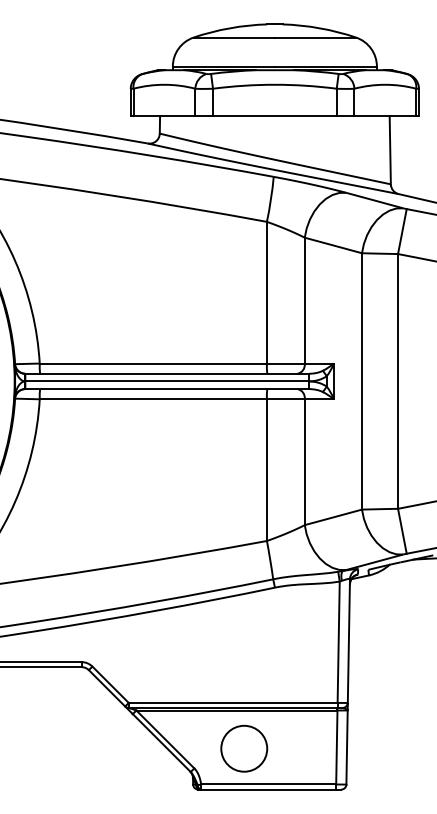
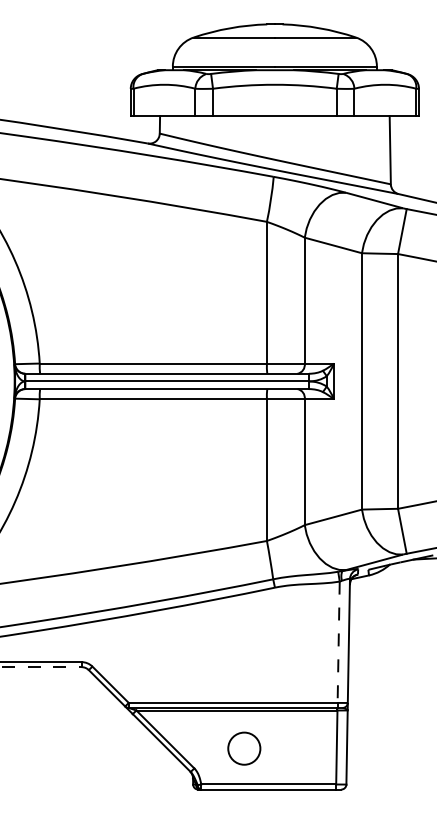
line at (338, 642): solid -> dashed
line at (41, 667): solid -> dashed
circle at (244, 748) size: 49x49 px -> 35x35 px
